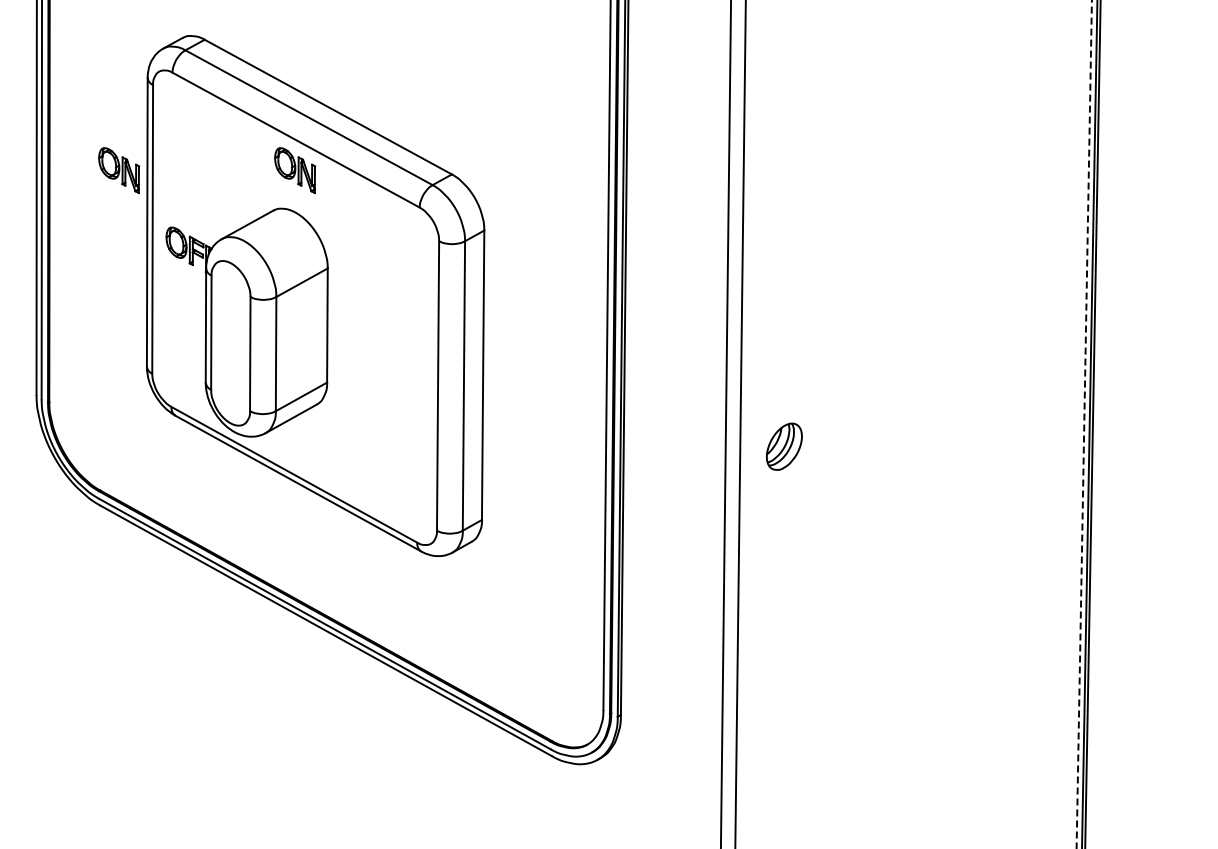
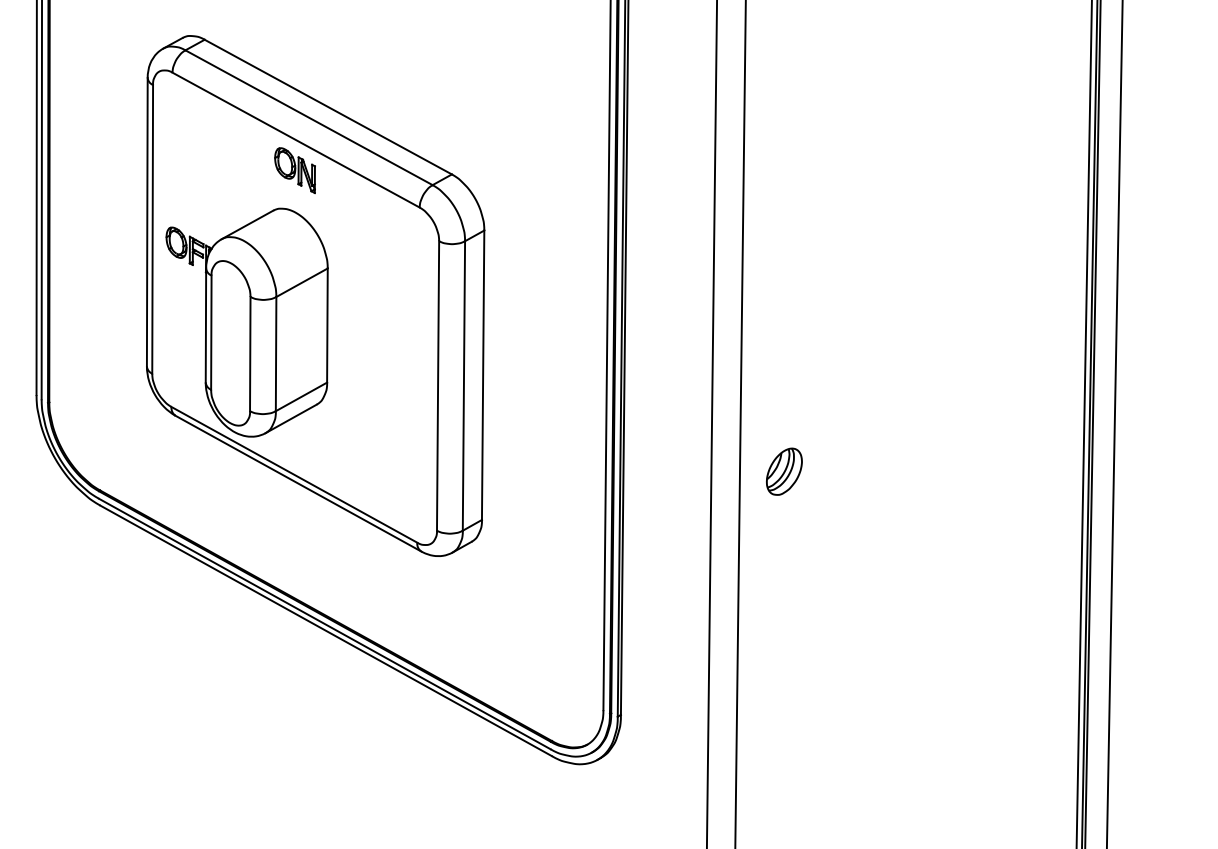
part at (118, 170): present -> none
line at (725, 423) position: (725, 423) -> (711, 423)
line at (1114, 423): none -> present
line at (1084, 424): dashed -> solid
part at (784, 446) position: (784, 446) -> (784, 471)
